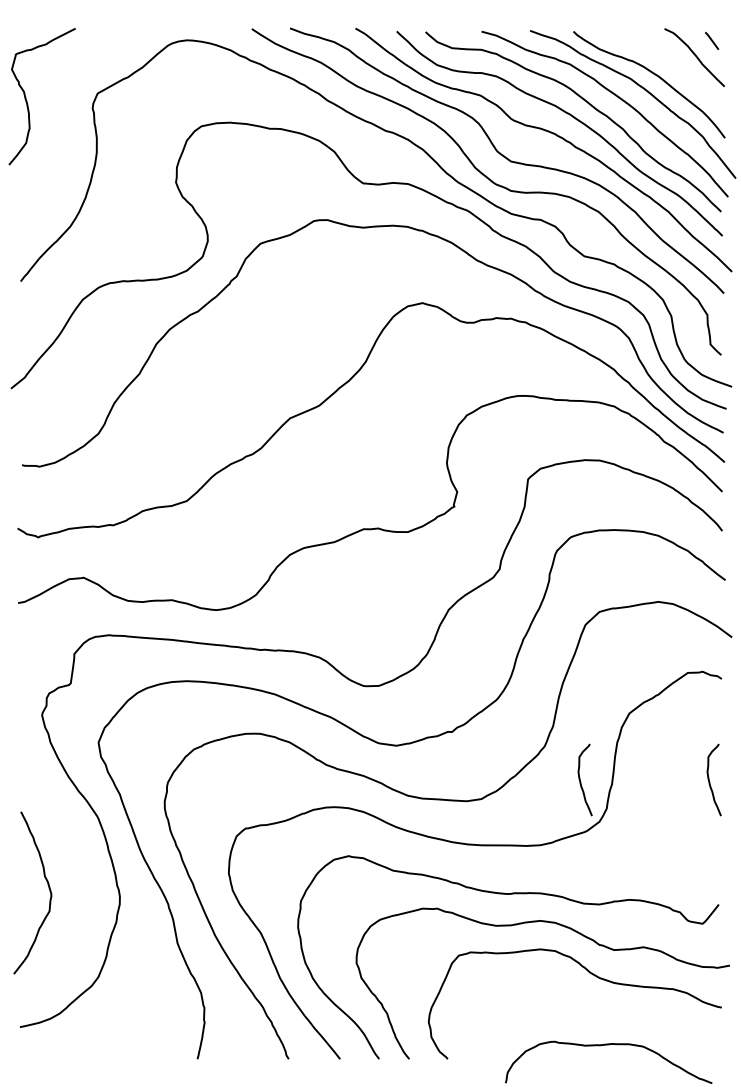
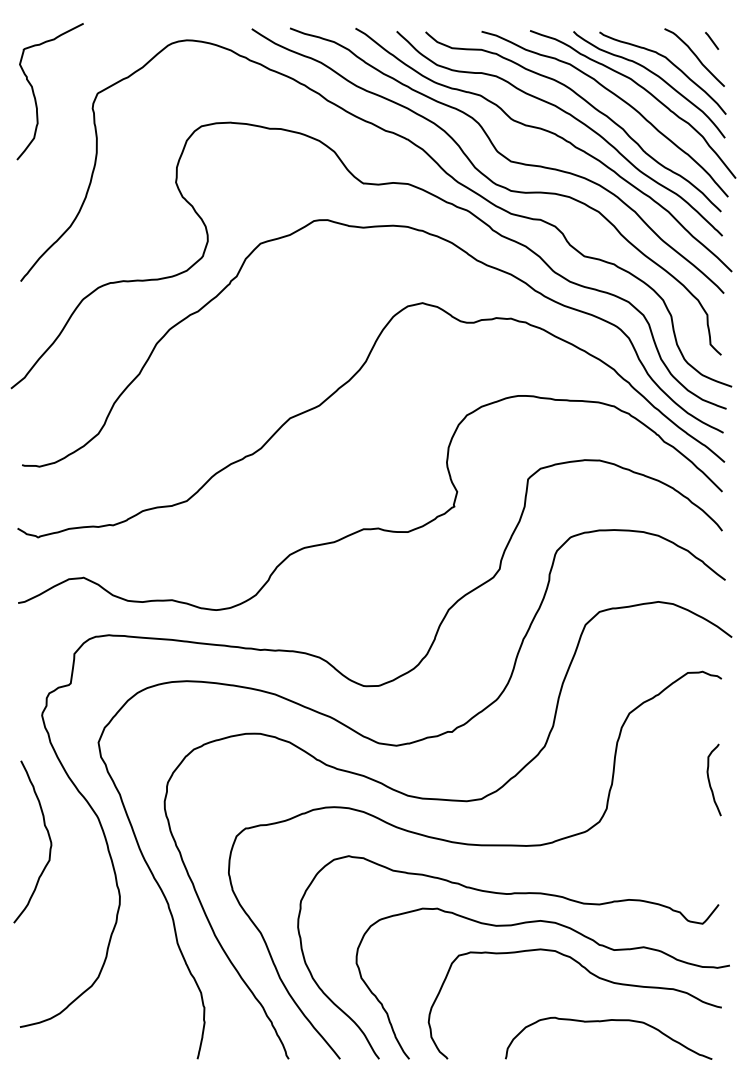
curve at (669, 62): none -> present
curve at (27, 100) position: (27, 100) -> (35, 95)
curve at (581, 781): present -> none
curve at (48, 888) position: (48, 888) -> (48, 837)
curve at (608, 1045) position: (608, 1045) -> (608, 1021)
